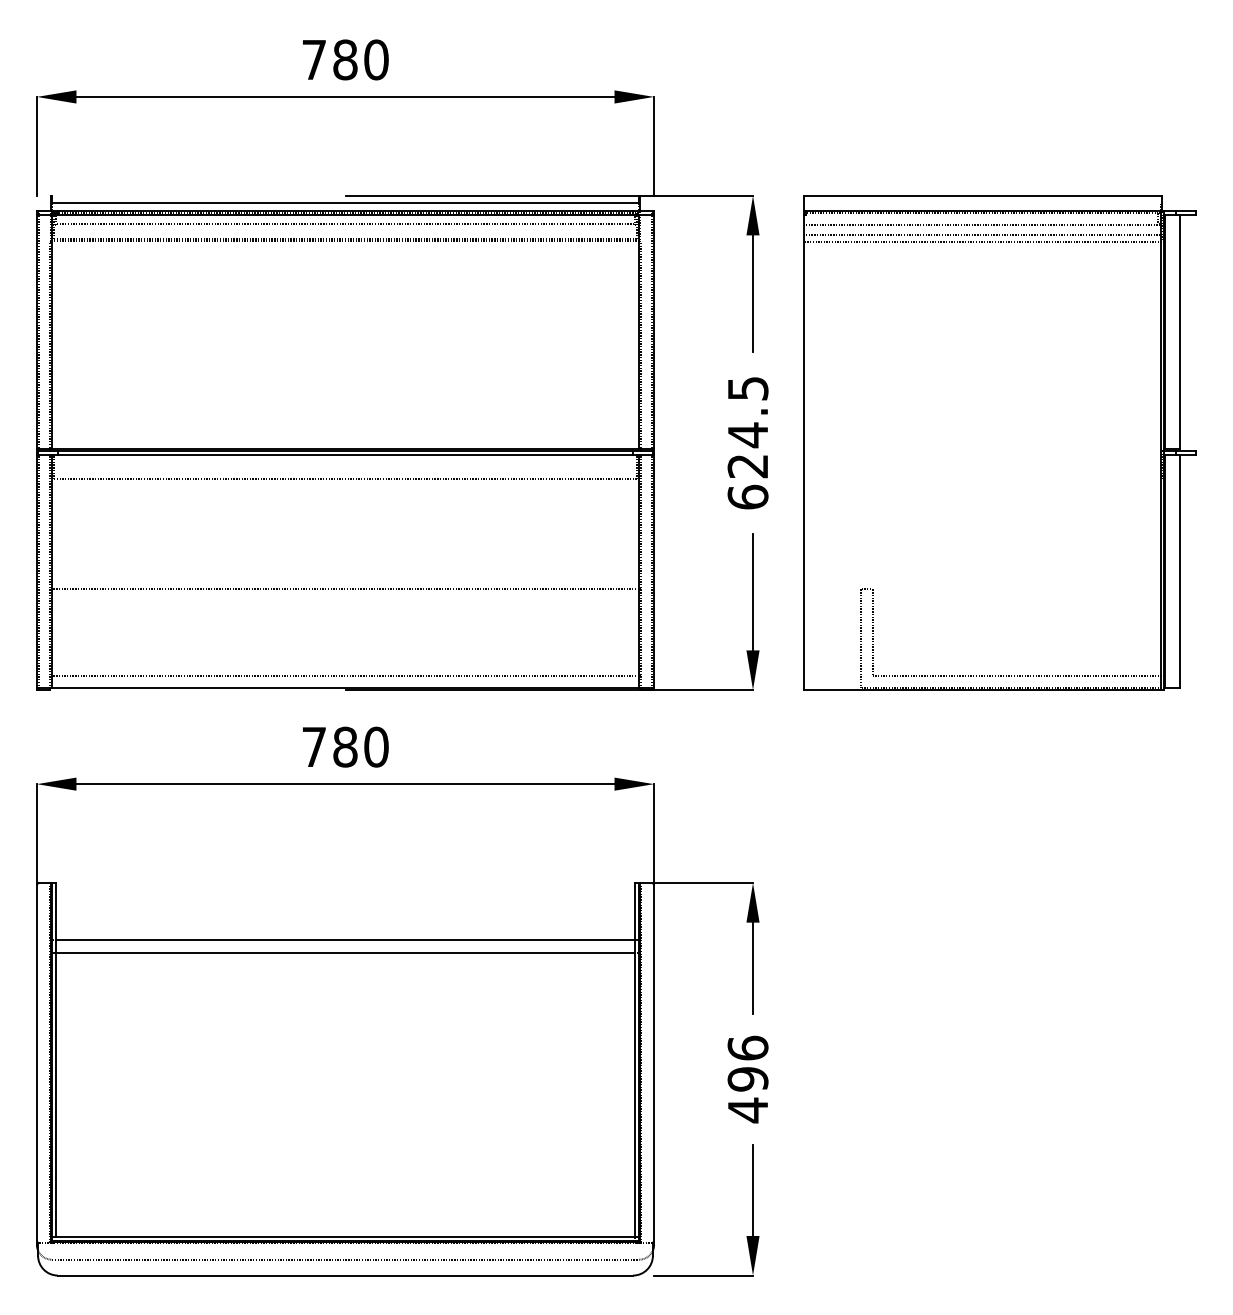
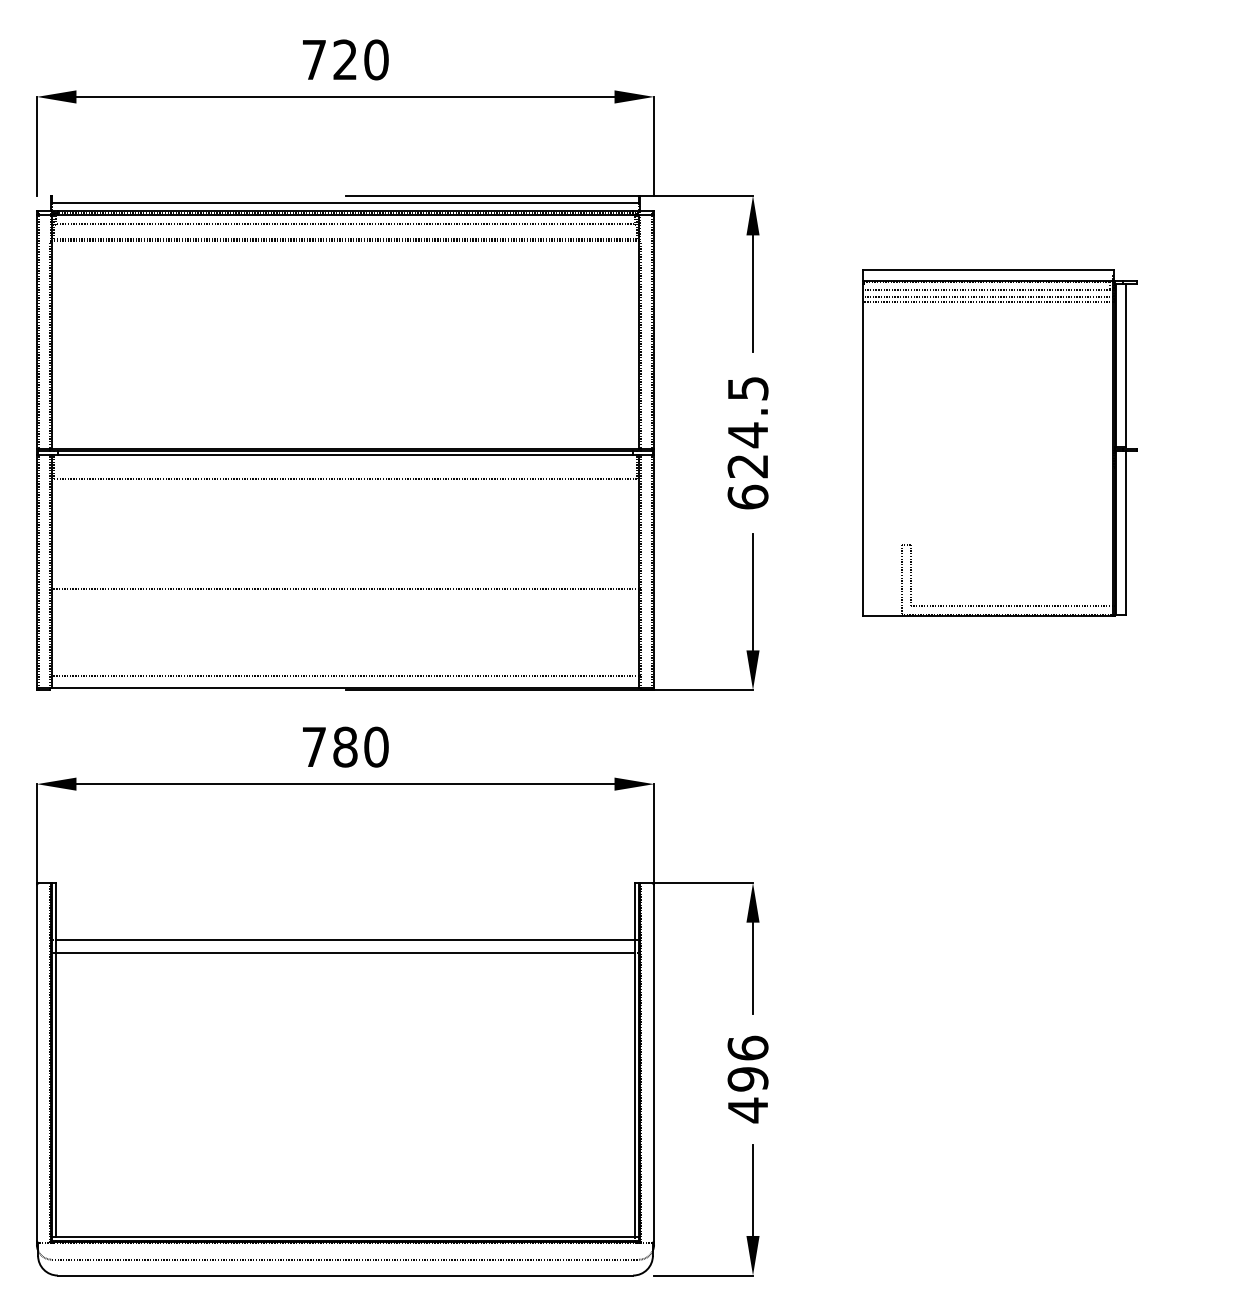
text at (345, 59): 780 -> 720
part at (999, 442) size: 394x496 px -> 276x348 px
